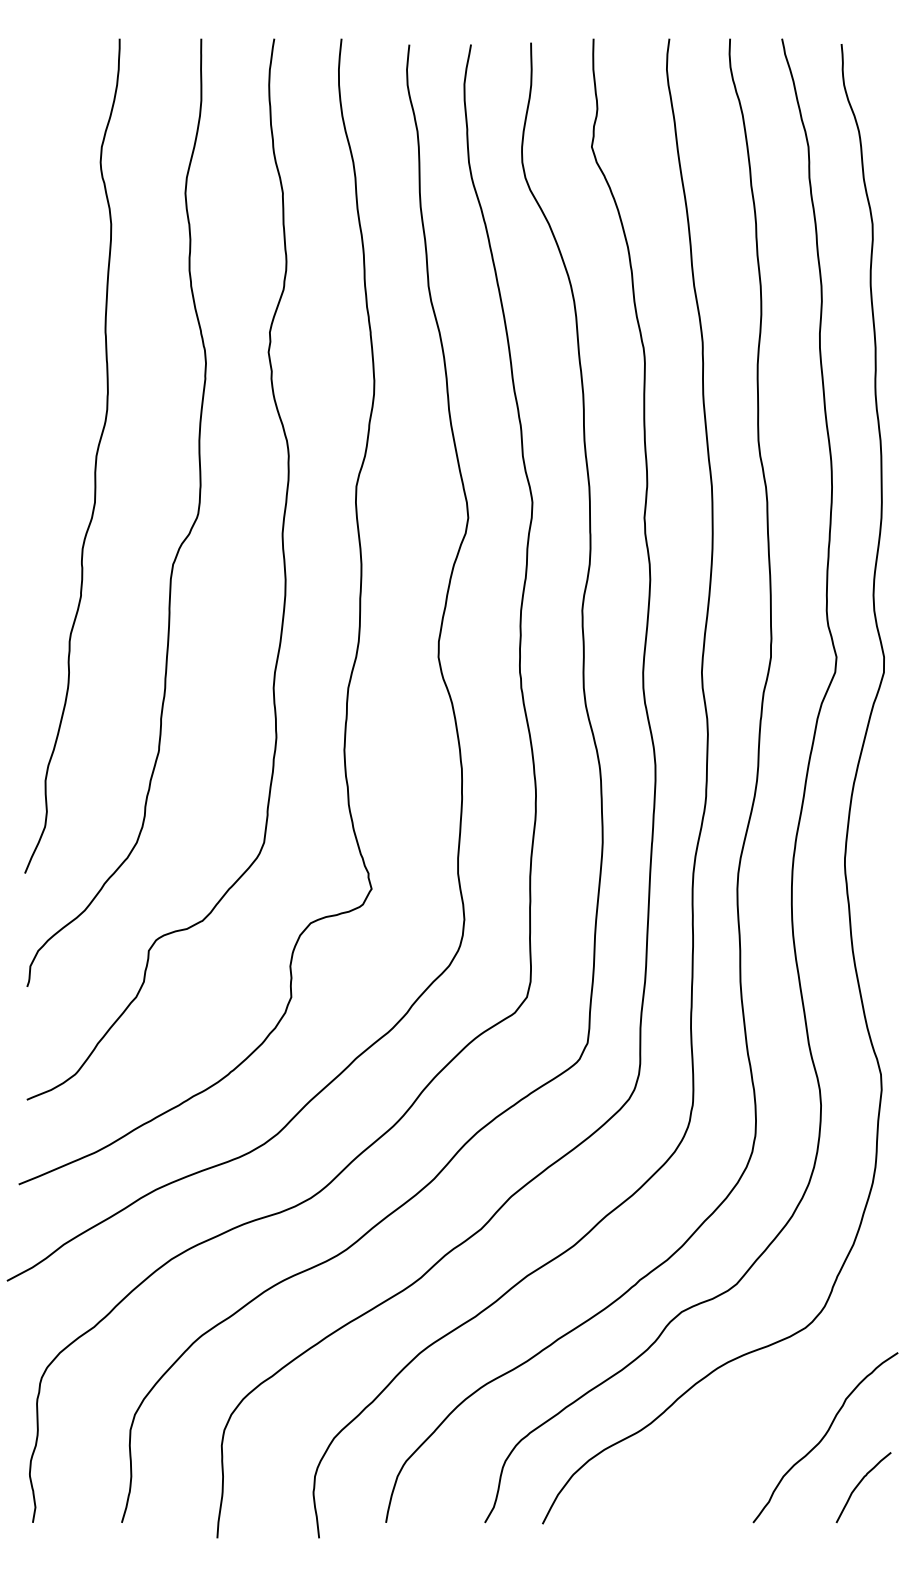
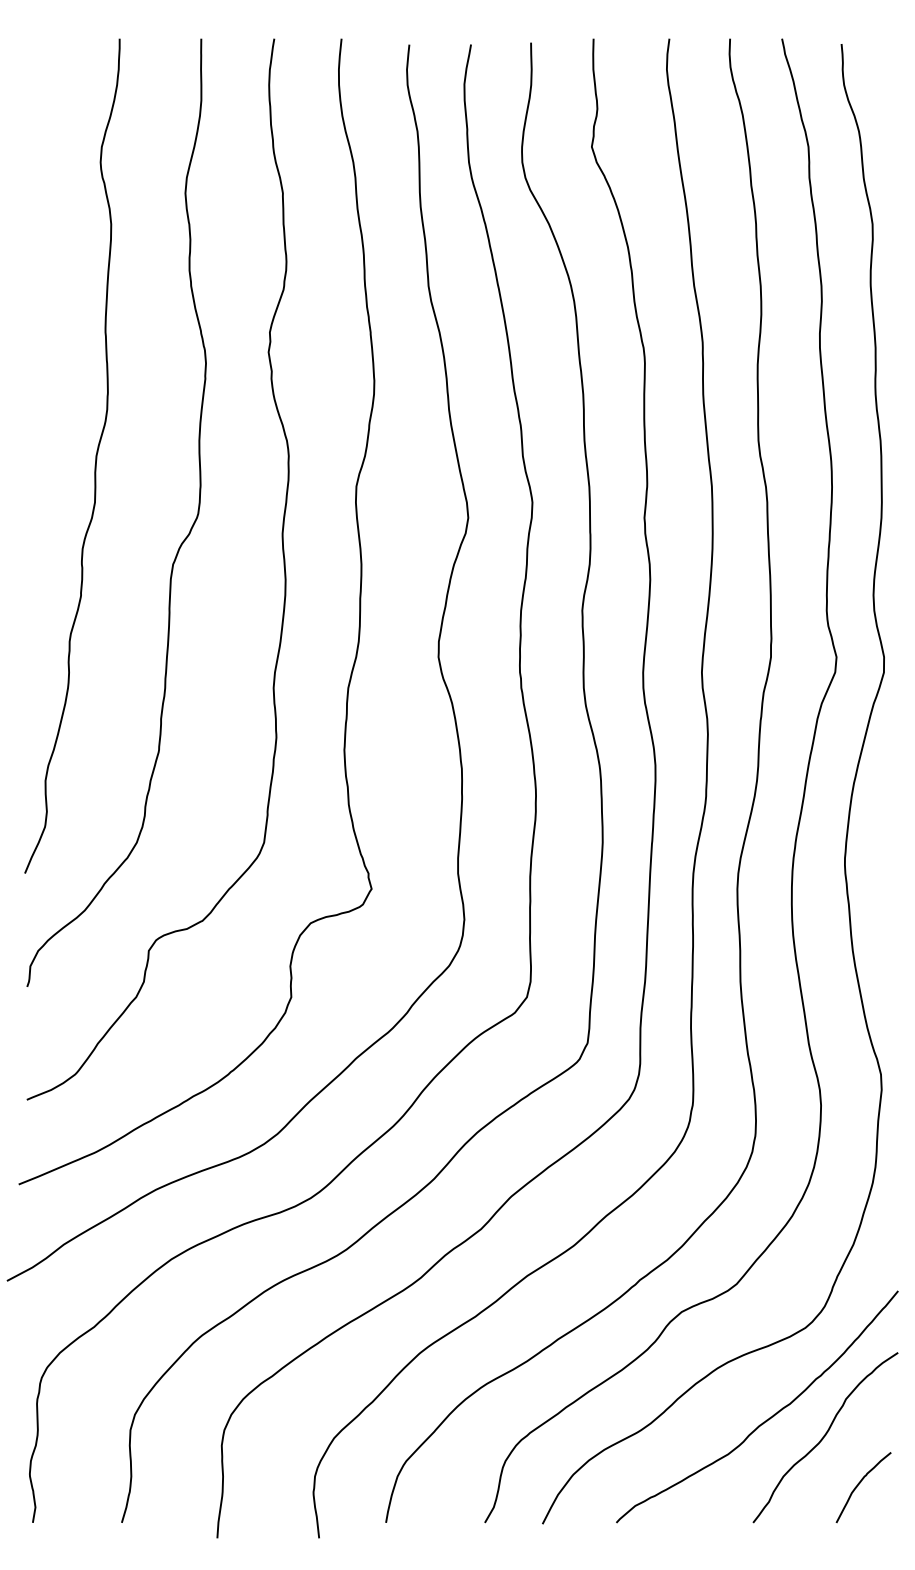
curve at (766, 1419): none -> present
